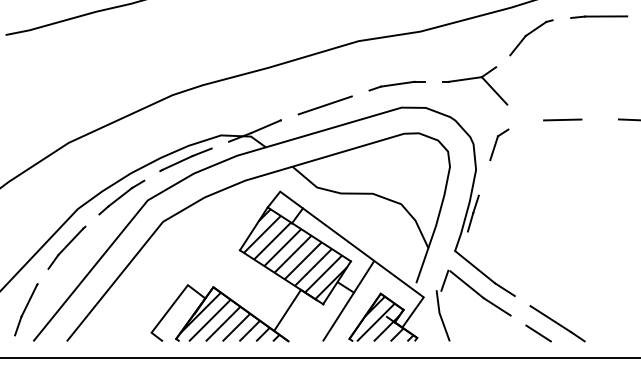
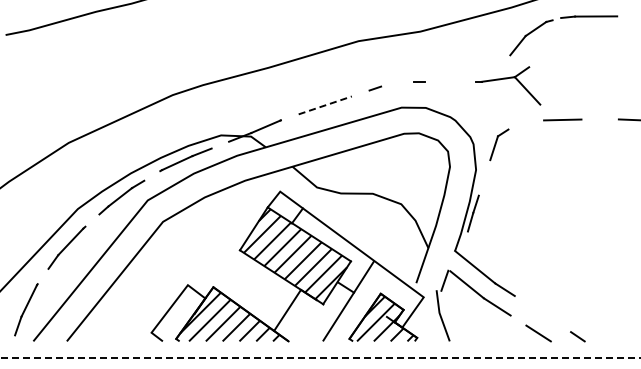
line at (599, 16) position: (599, 16) -> (589, 16)
part at (474, 79) position: (474, 79) -> (507, 79)
line at (397, 83): present -> none
line at (325, 105): solid -> dashed
line at (550, 319): present -> none
line at (320, 357): solid -> dashed
